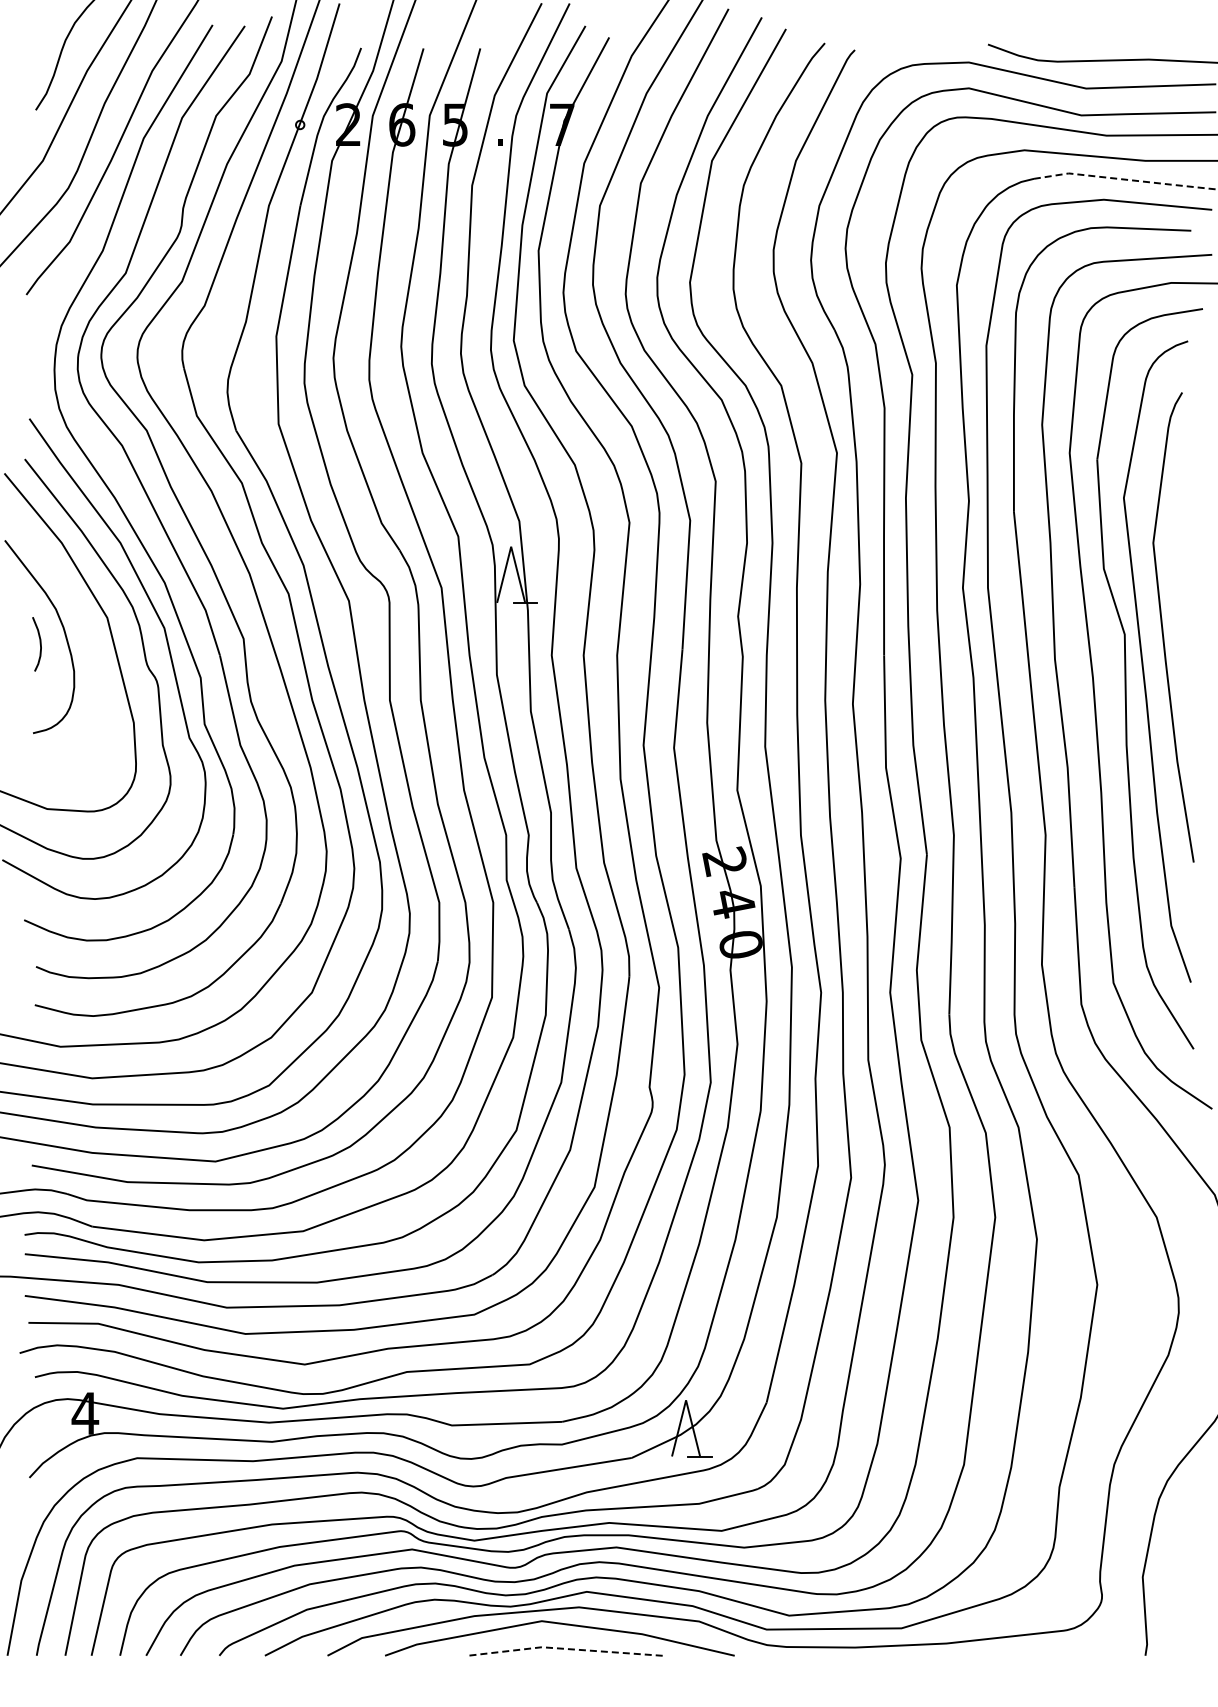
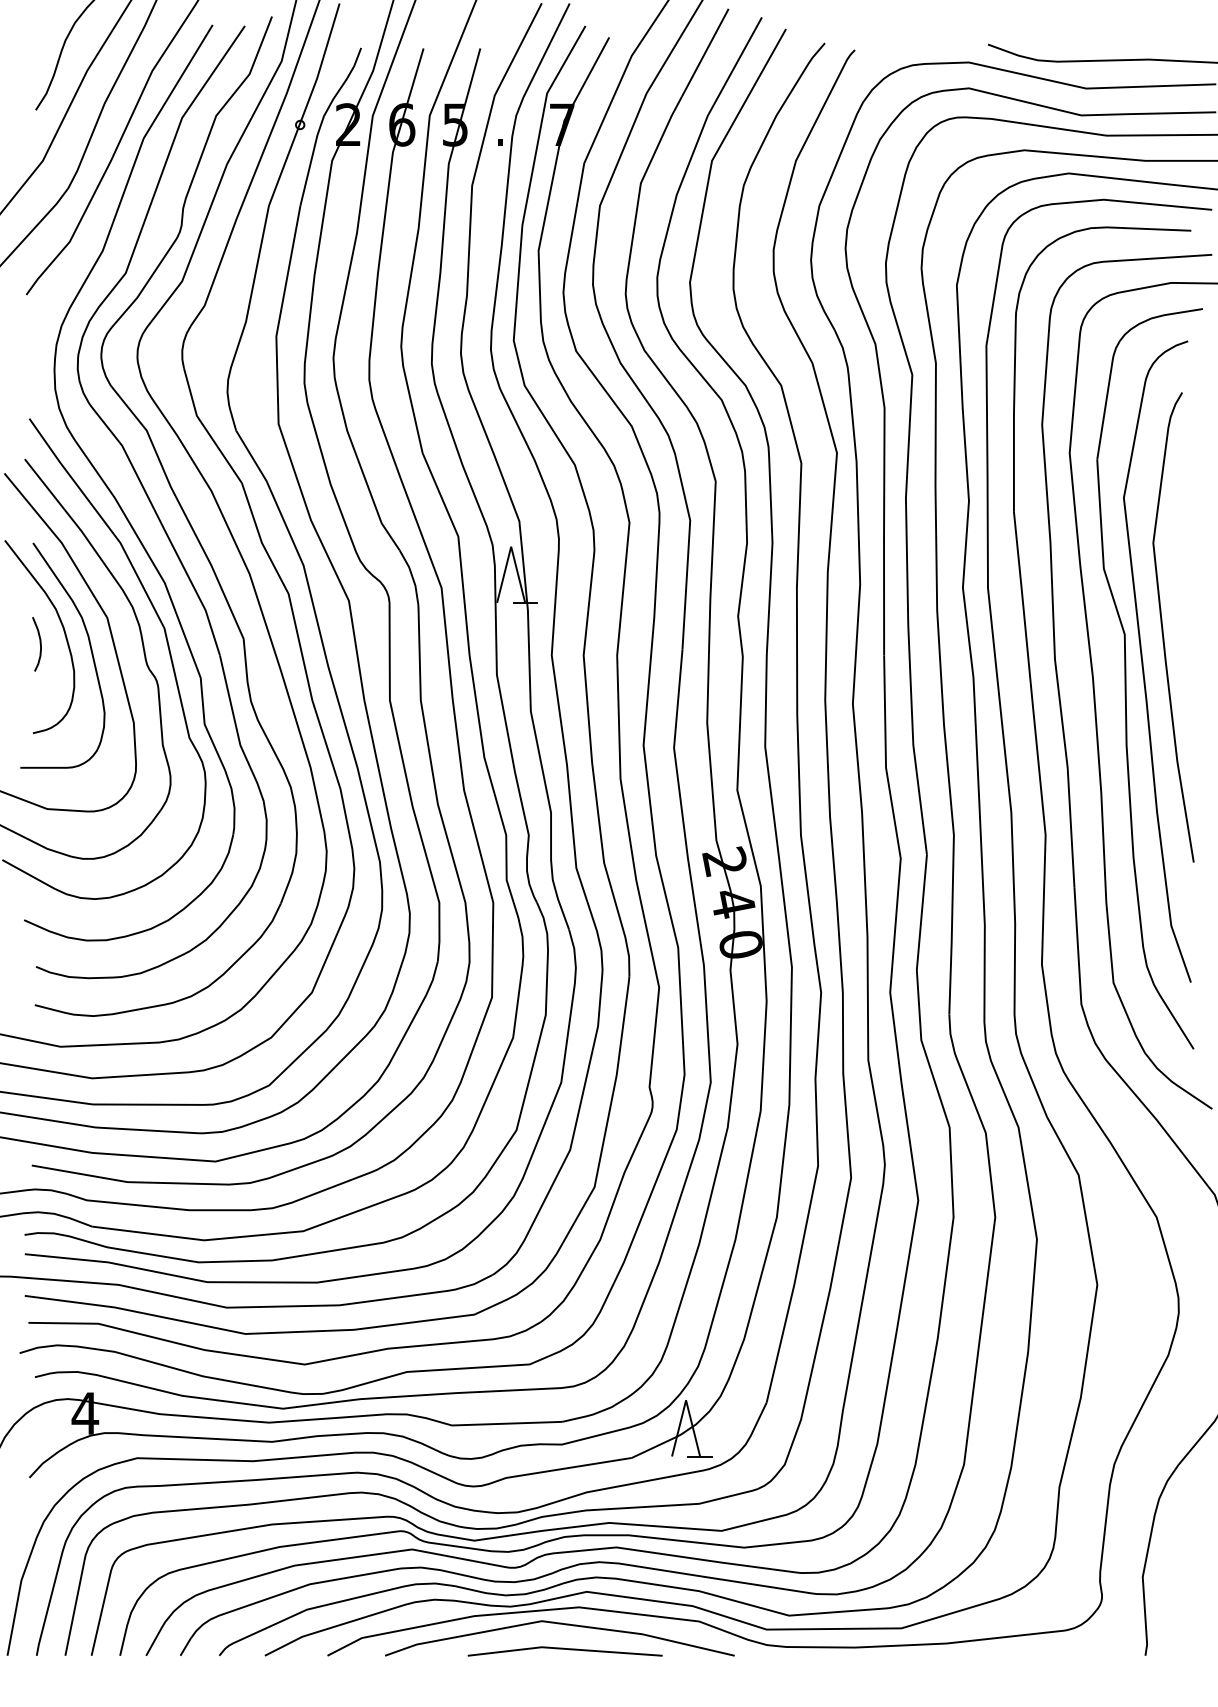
line at (1124, 179): dashed -> solid
curve at (90, 650): none -> present
line at (564, 1648): dashed -> solid
